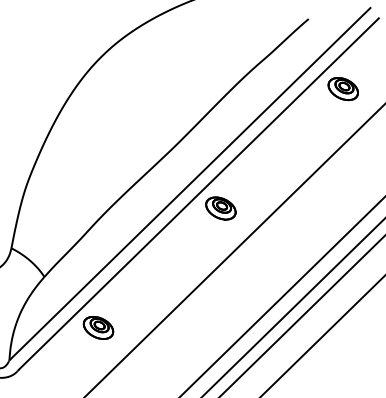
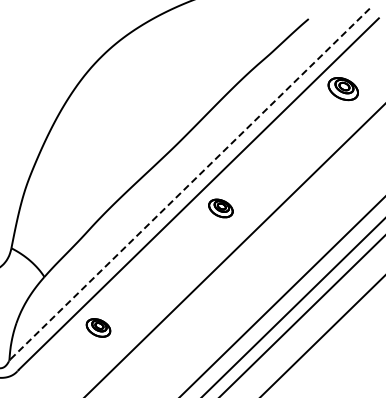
line at (190, 183): solid -> dashed
part at (220, 208) size: 32x25 px -> 26x21 px
part at (98, 327) size: 33x24 px -> 27x20 px
